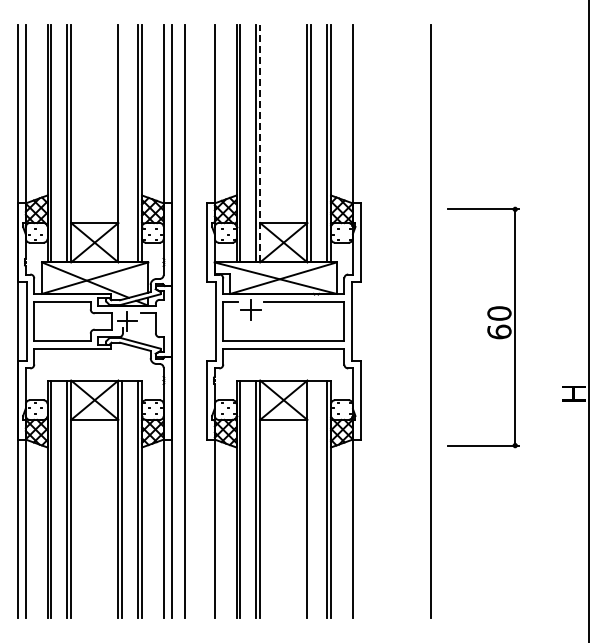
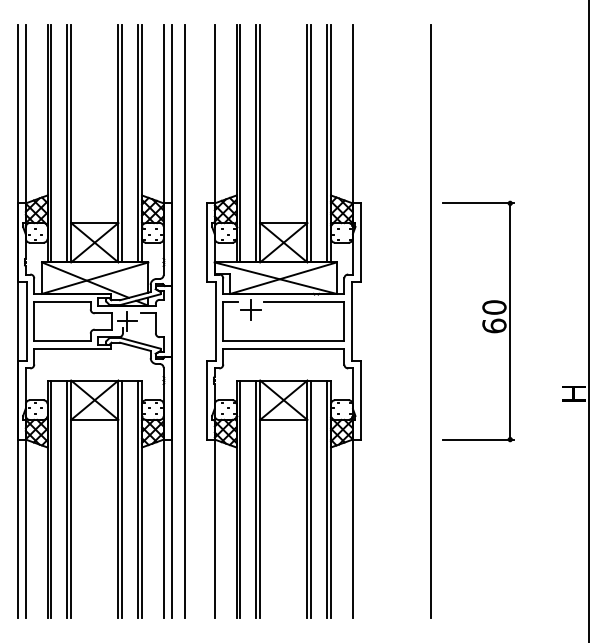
line at (122, 143): none -> present
line at (260, 143): dashed -> solid
part at (483, 327) position: (483, 327) -> (478, 321)
line at (311, 498): none -> present
